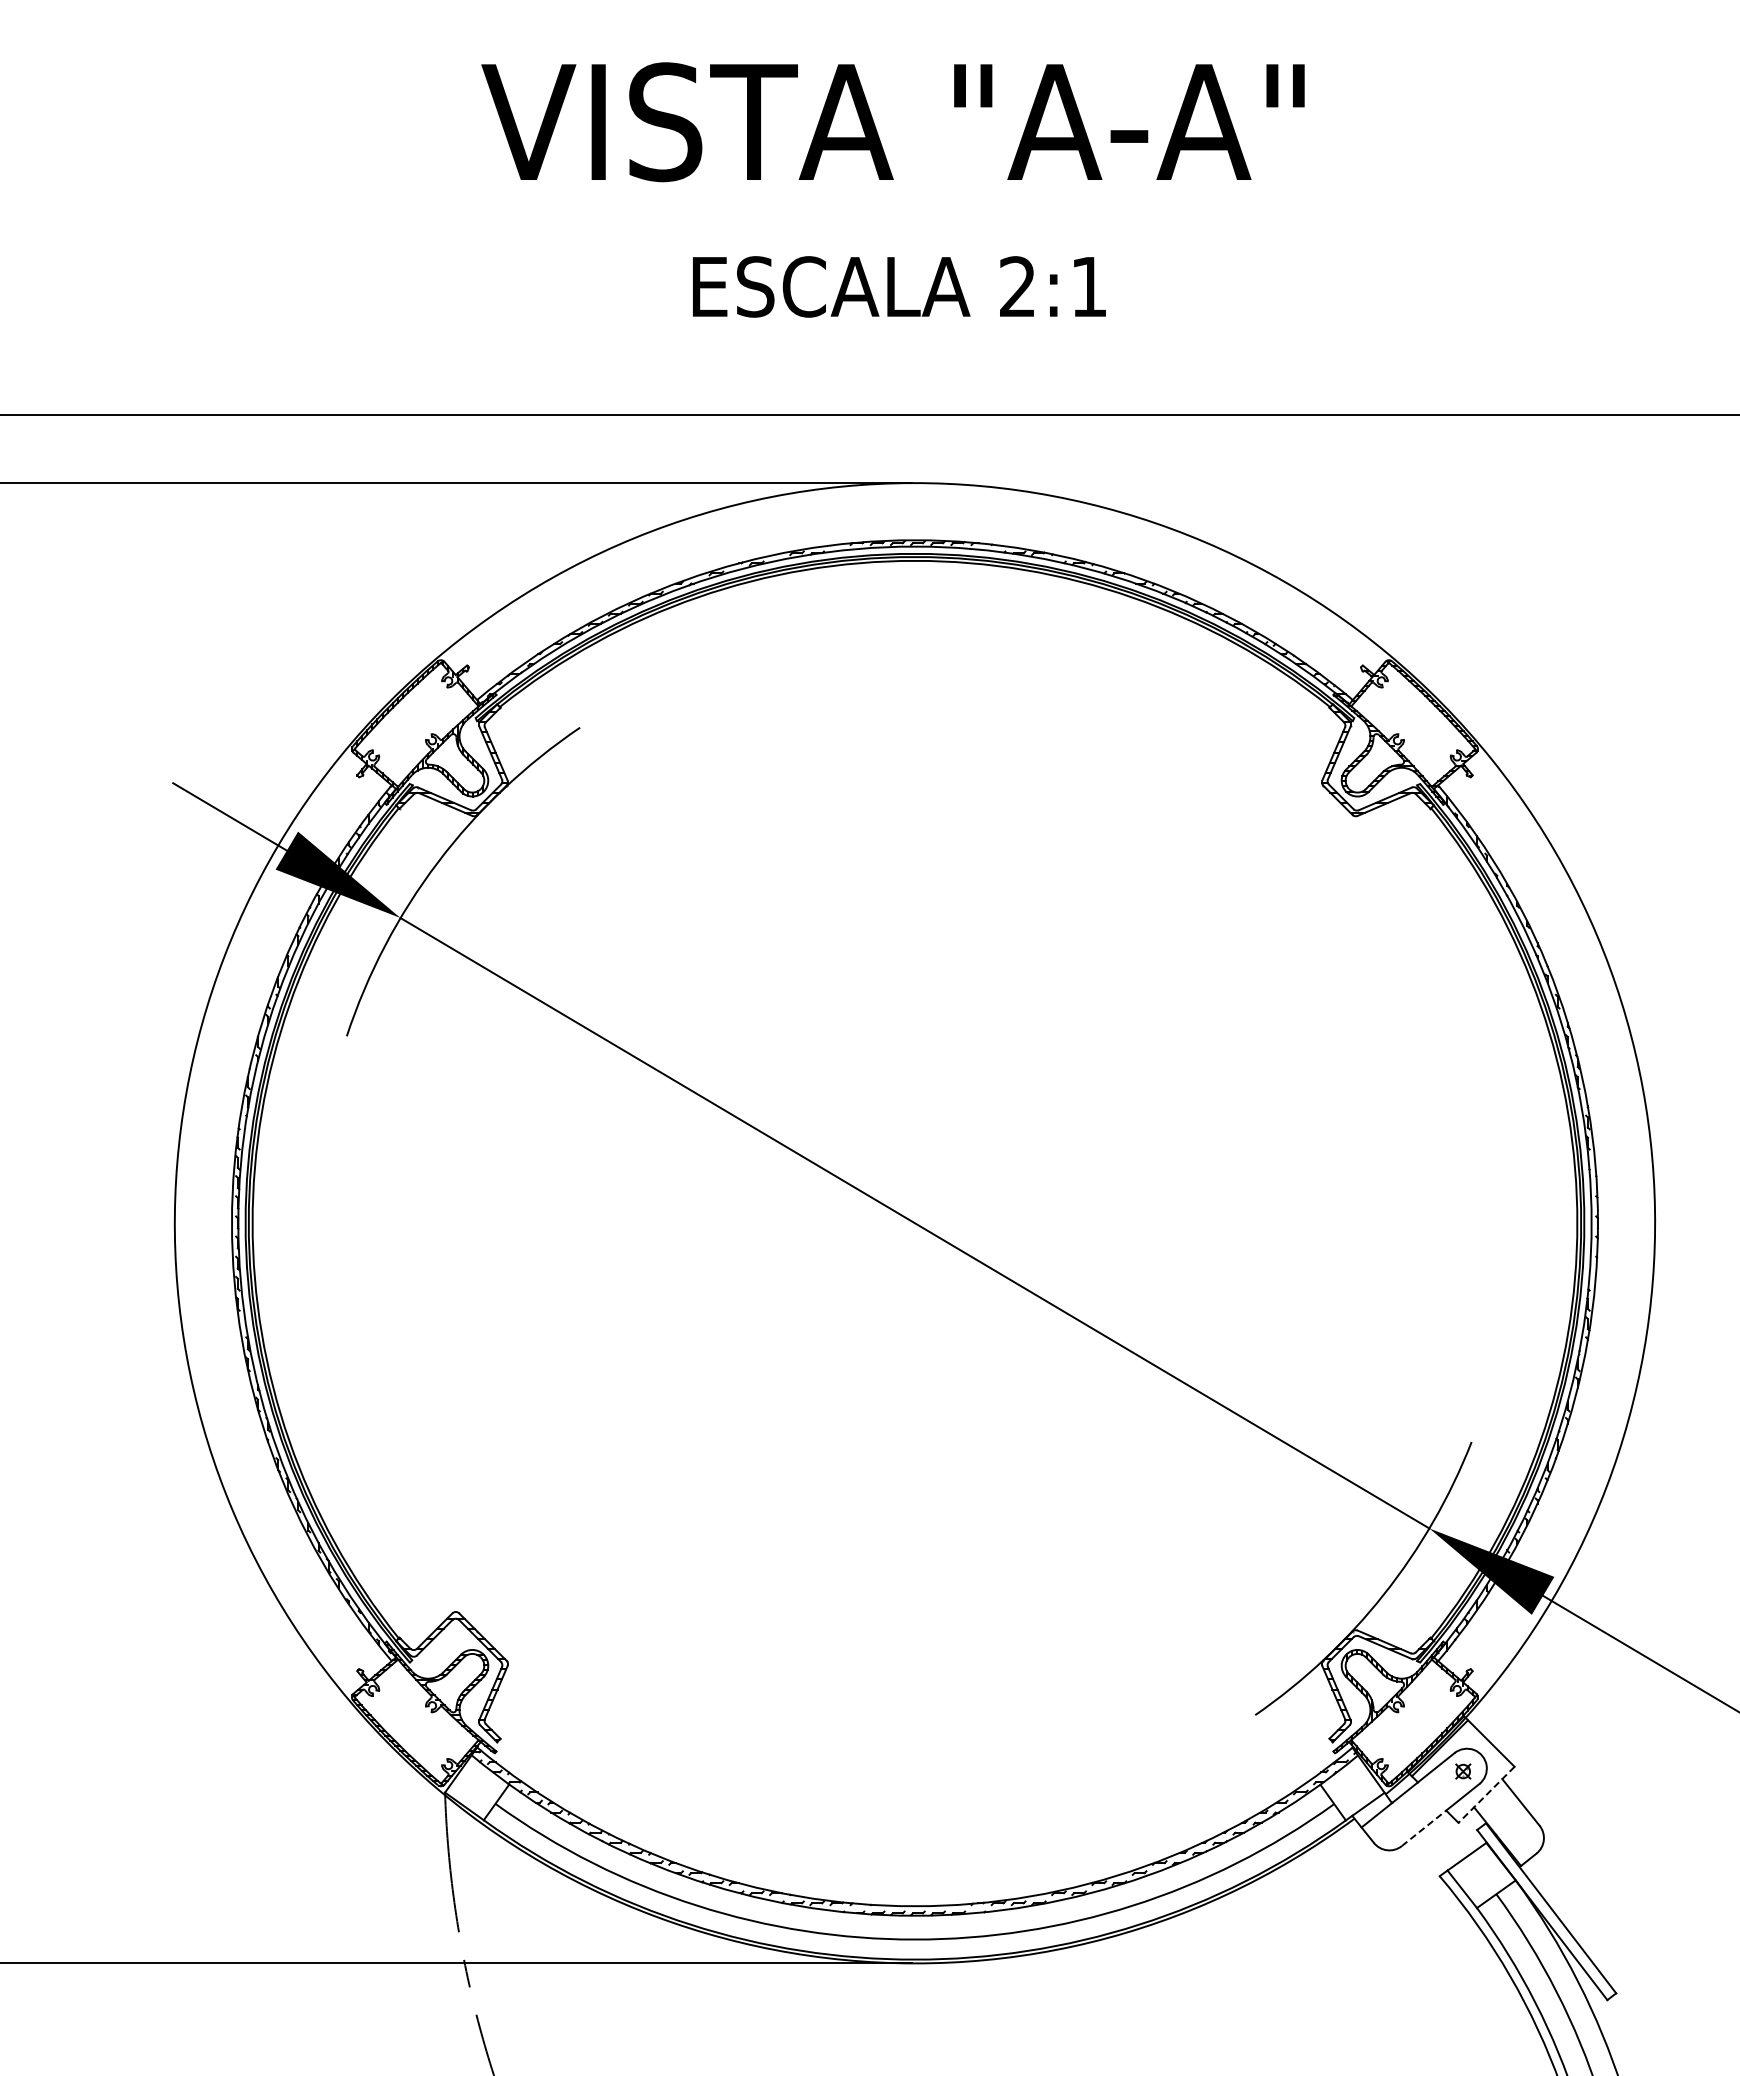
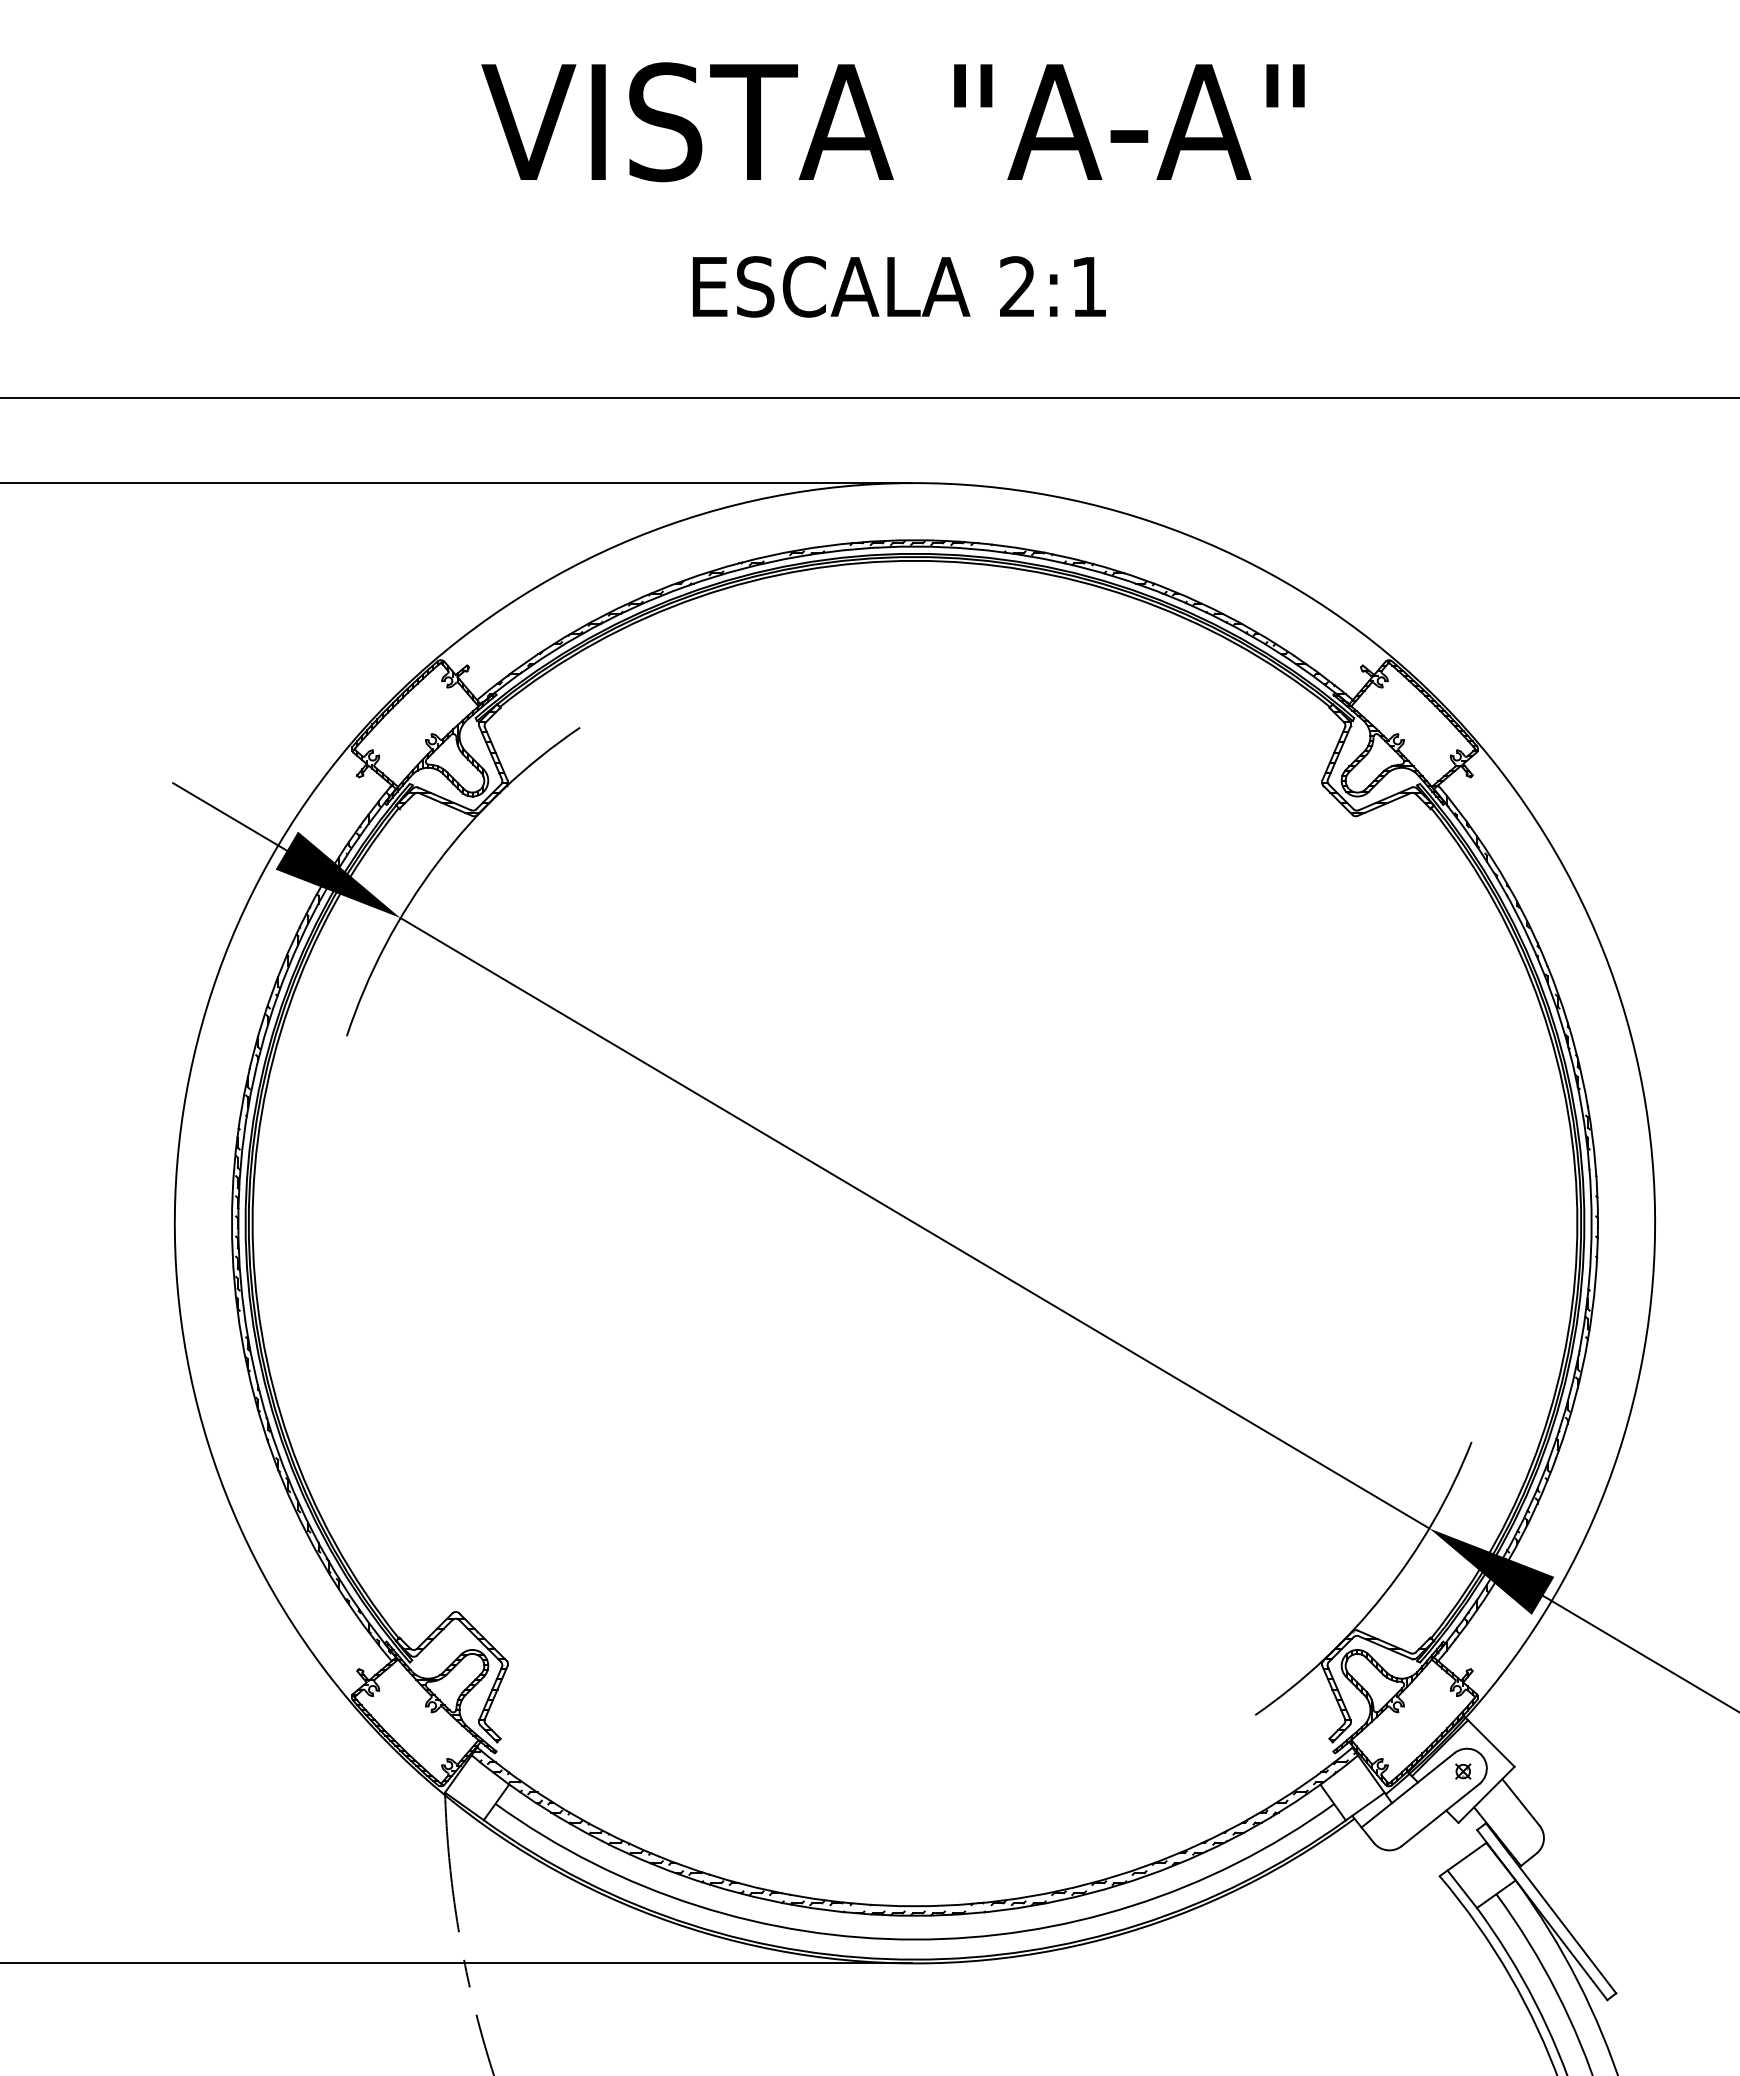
line at (869, 415) position: (869, 415) -> (869, 398)
line at (1486, 1794): dashed -> solid
line at (1424, 1828): dashed -> solid
